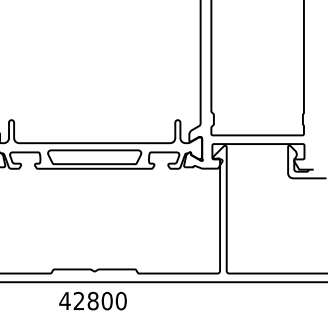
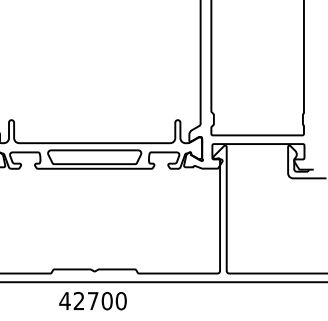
text at (92, 300): 42800 -> 42700
